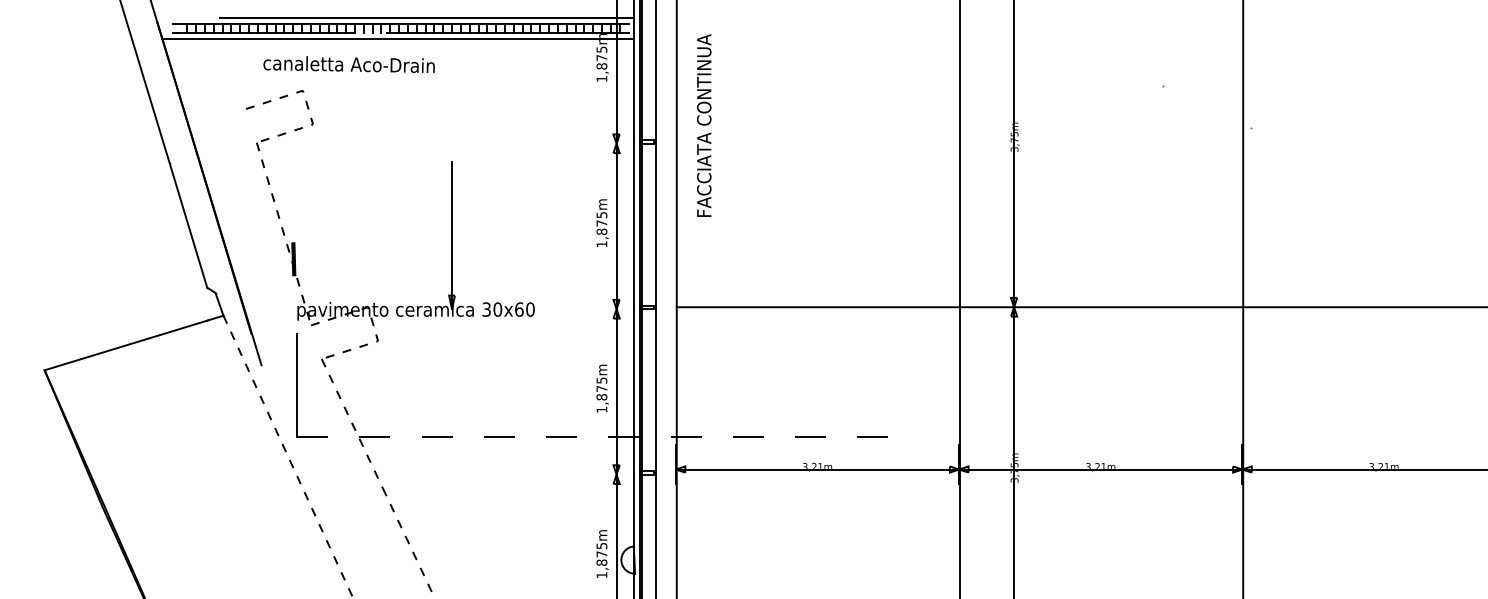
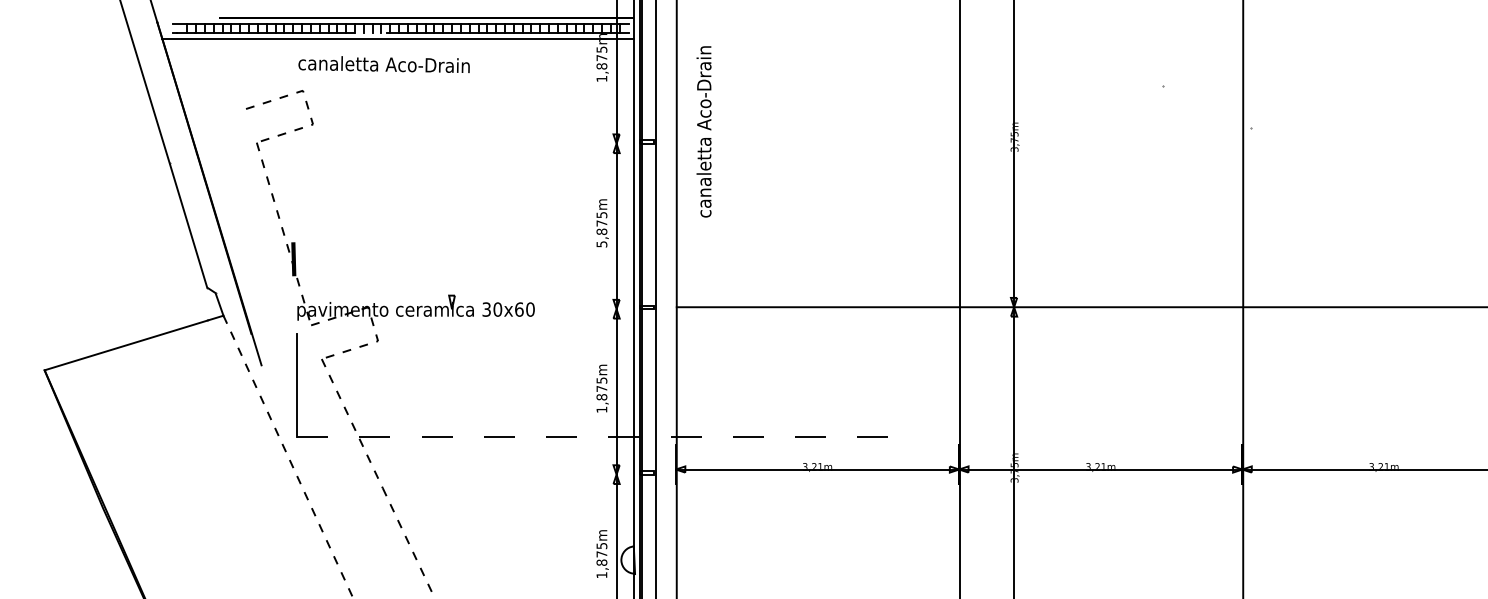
text at (348, 64) position: (348, 64) -> (383, 64)
text at (703, 125): FACCIATA CONTINUA -> canaletta Aco-Drain
line at (452, 235): present -> none
text at (601, 244): 1,875m -> 5,875m
